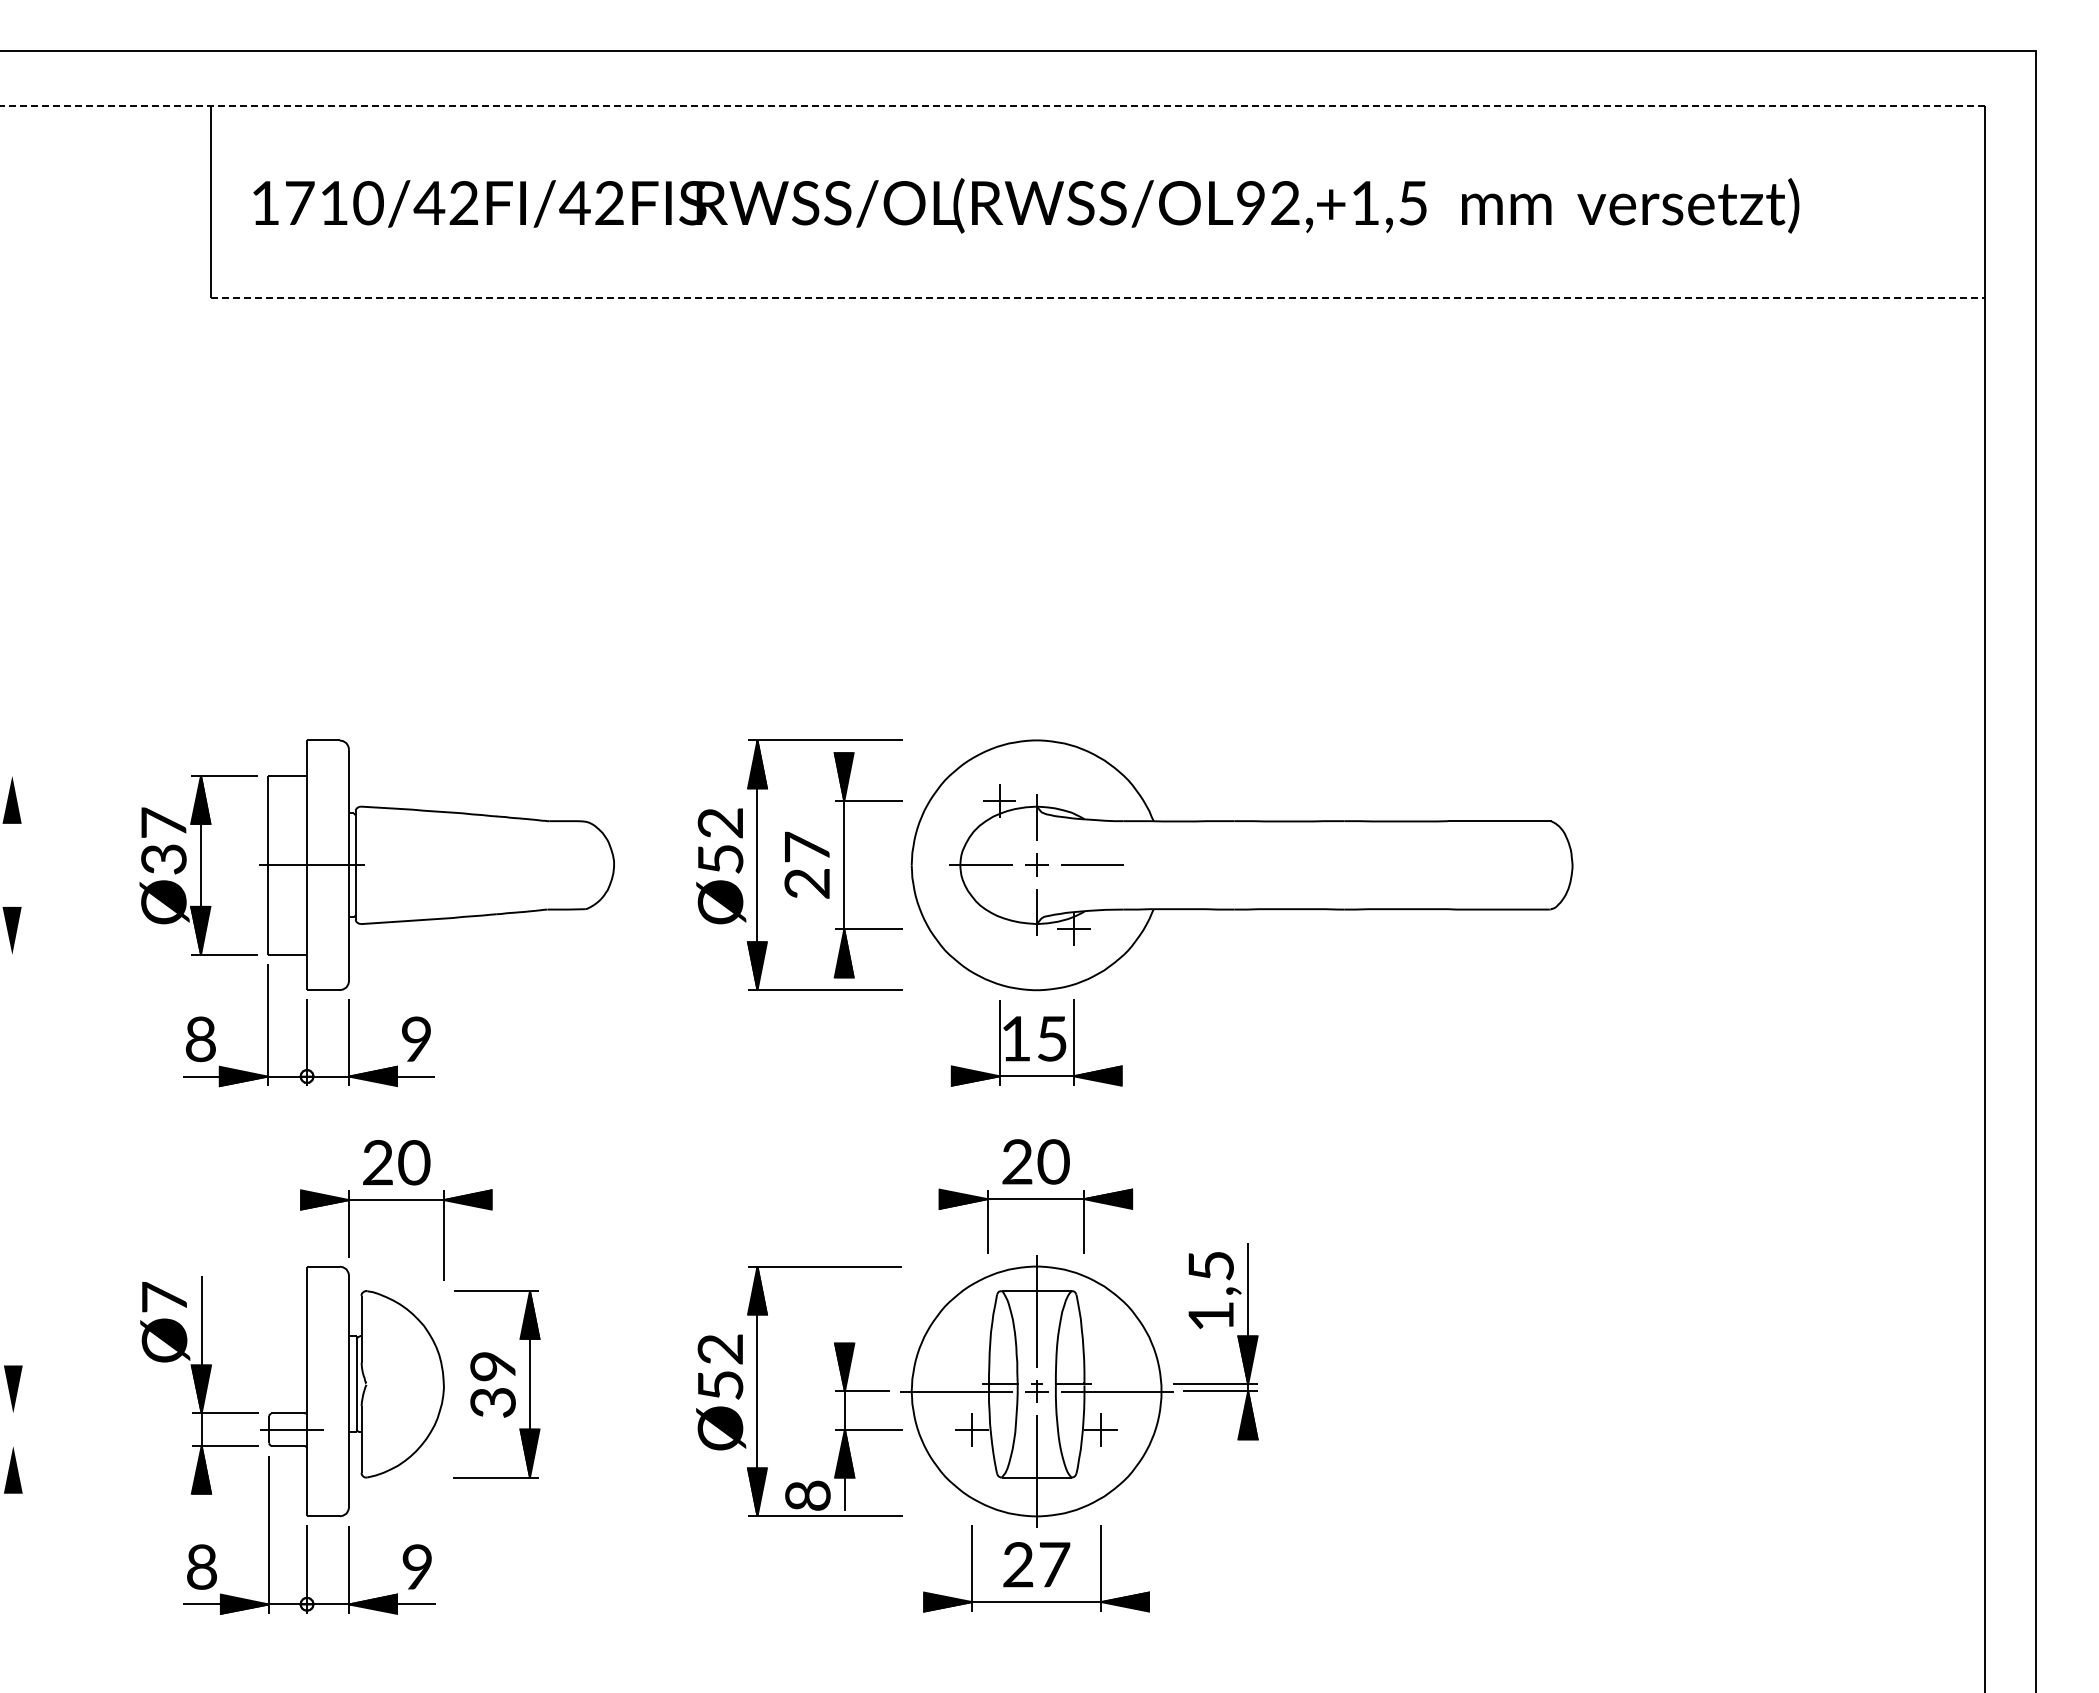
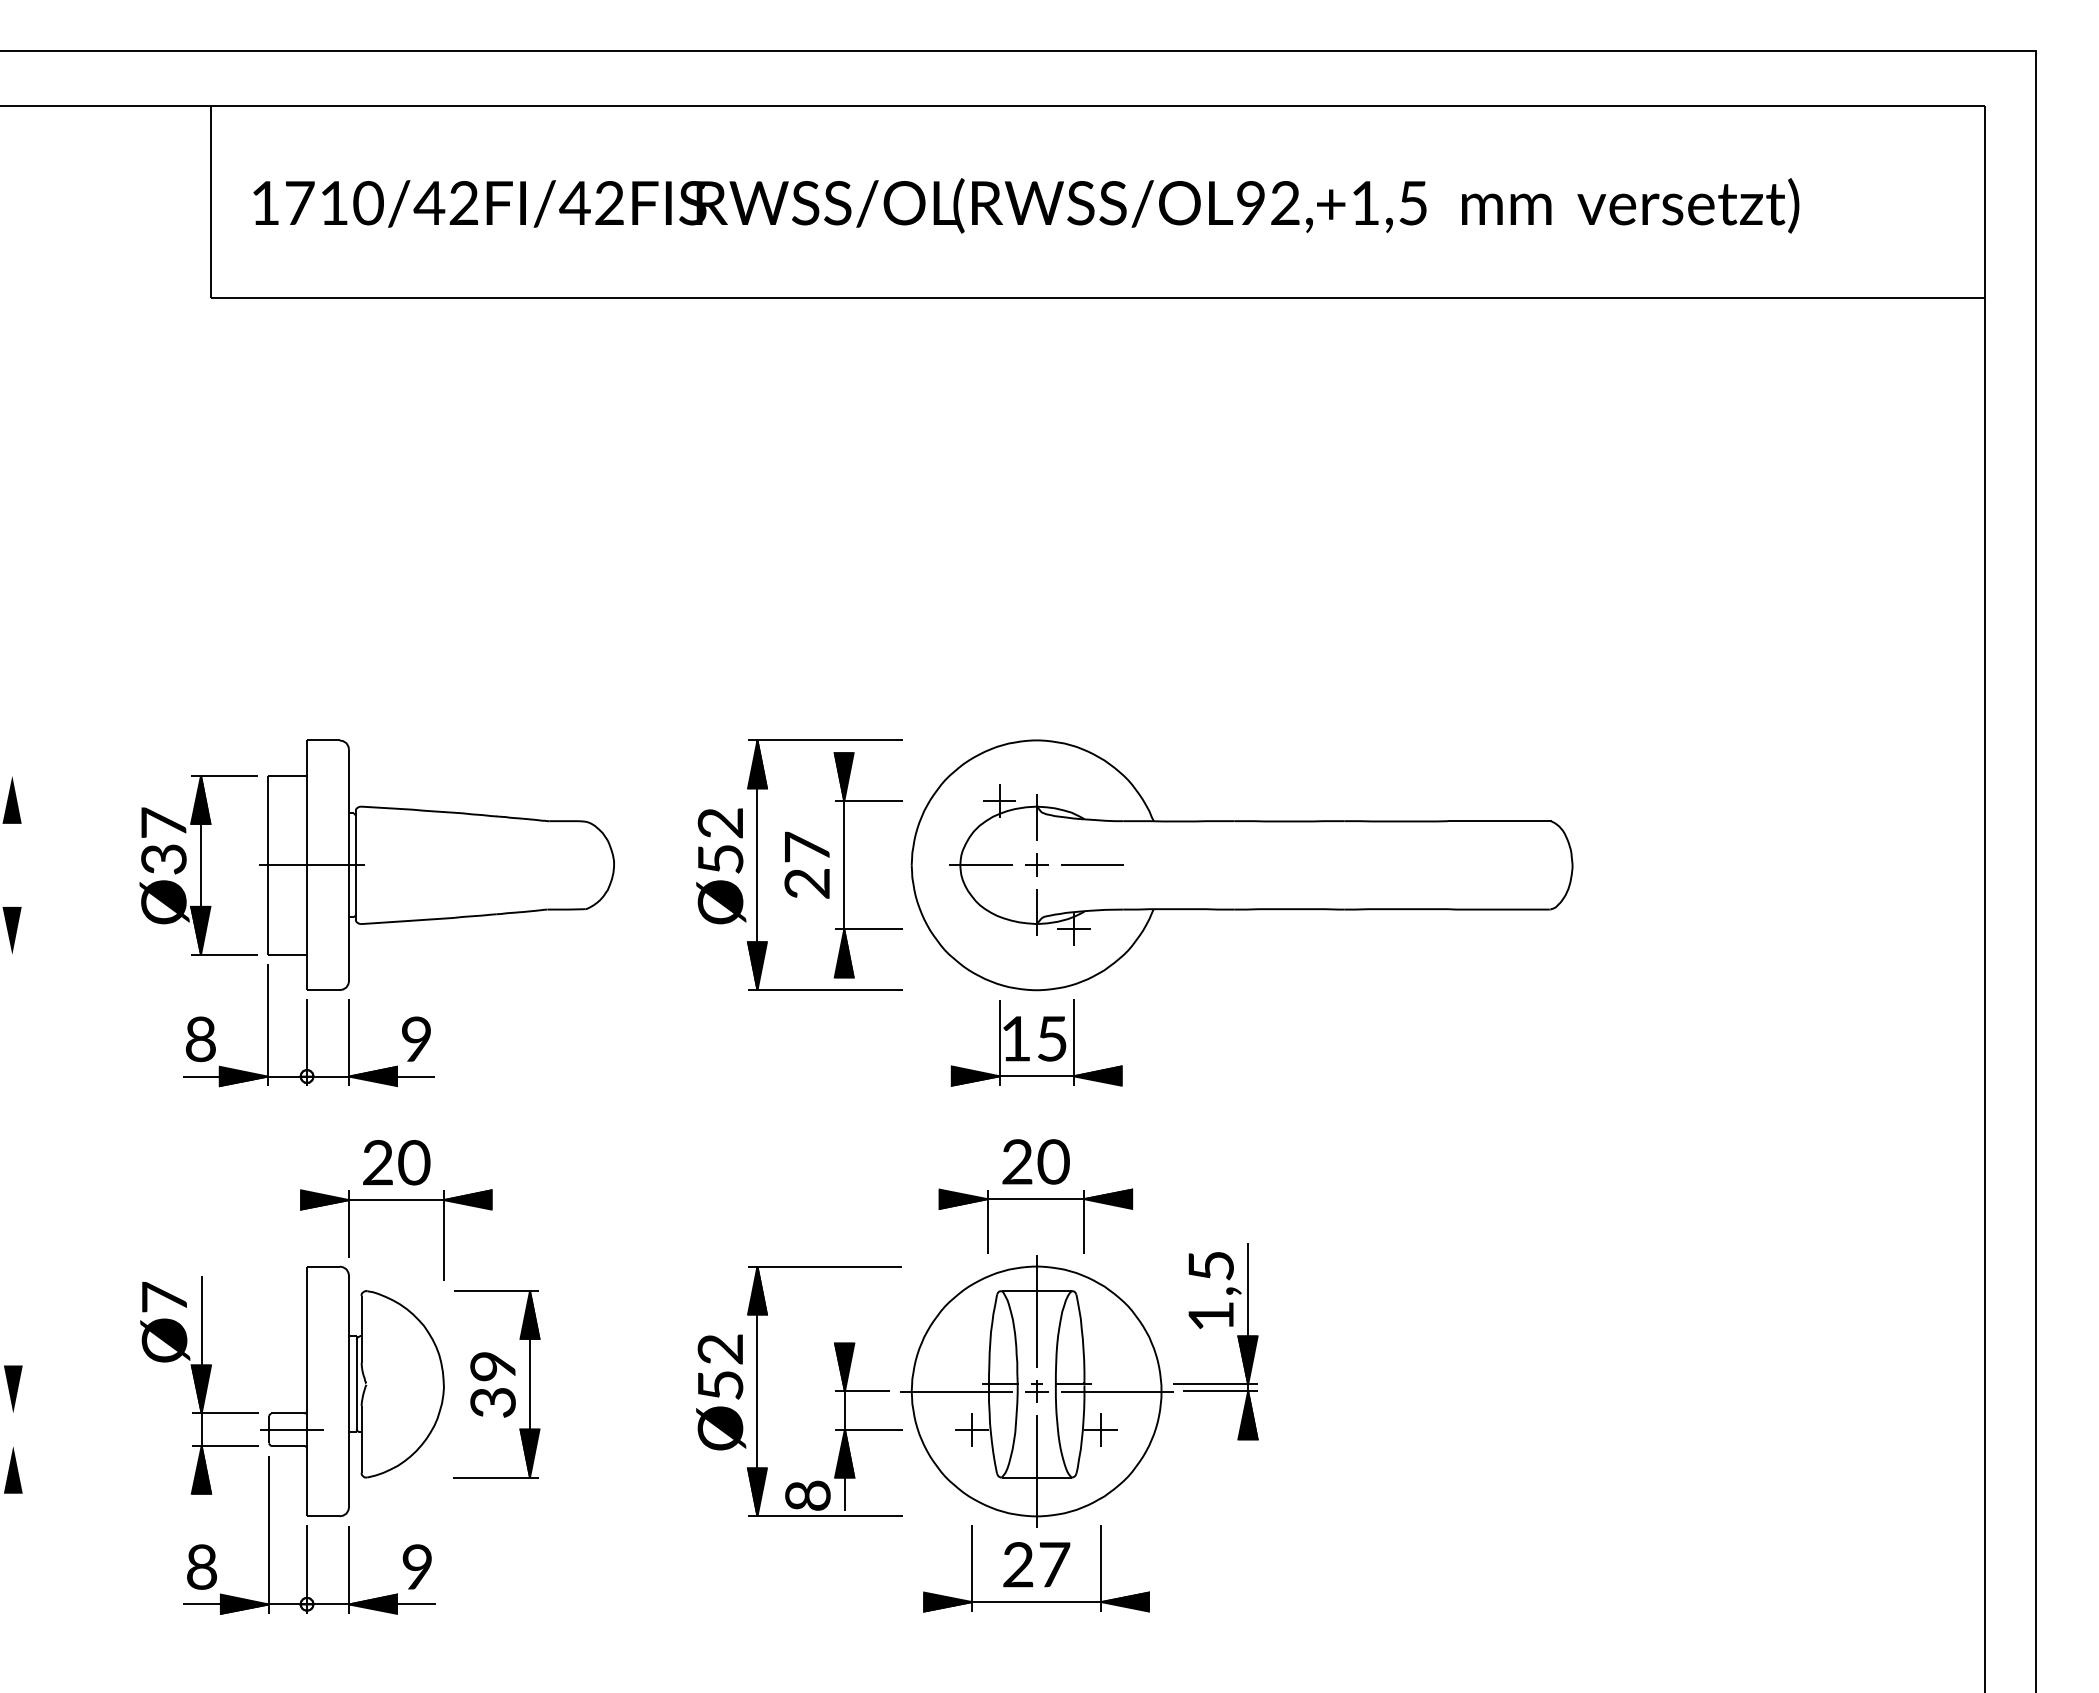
line at (992, 106): dashed -> solid
line at (1097, 297): dashed -> solid
